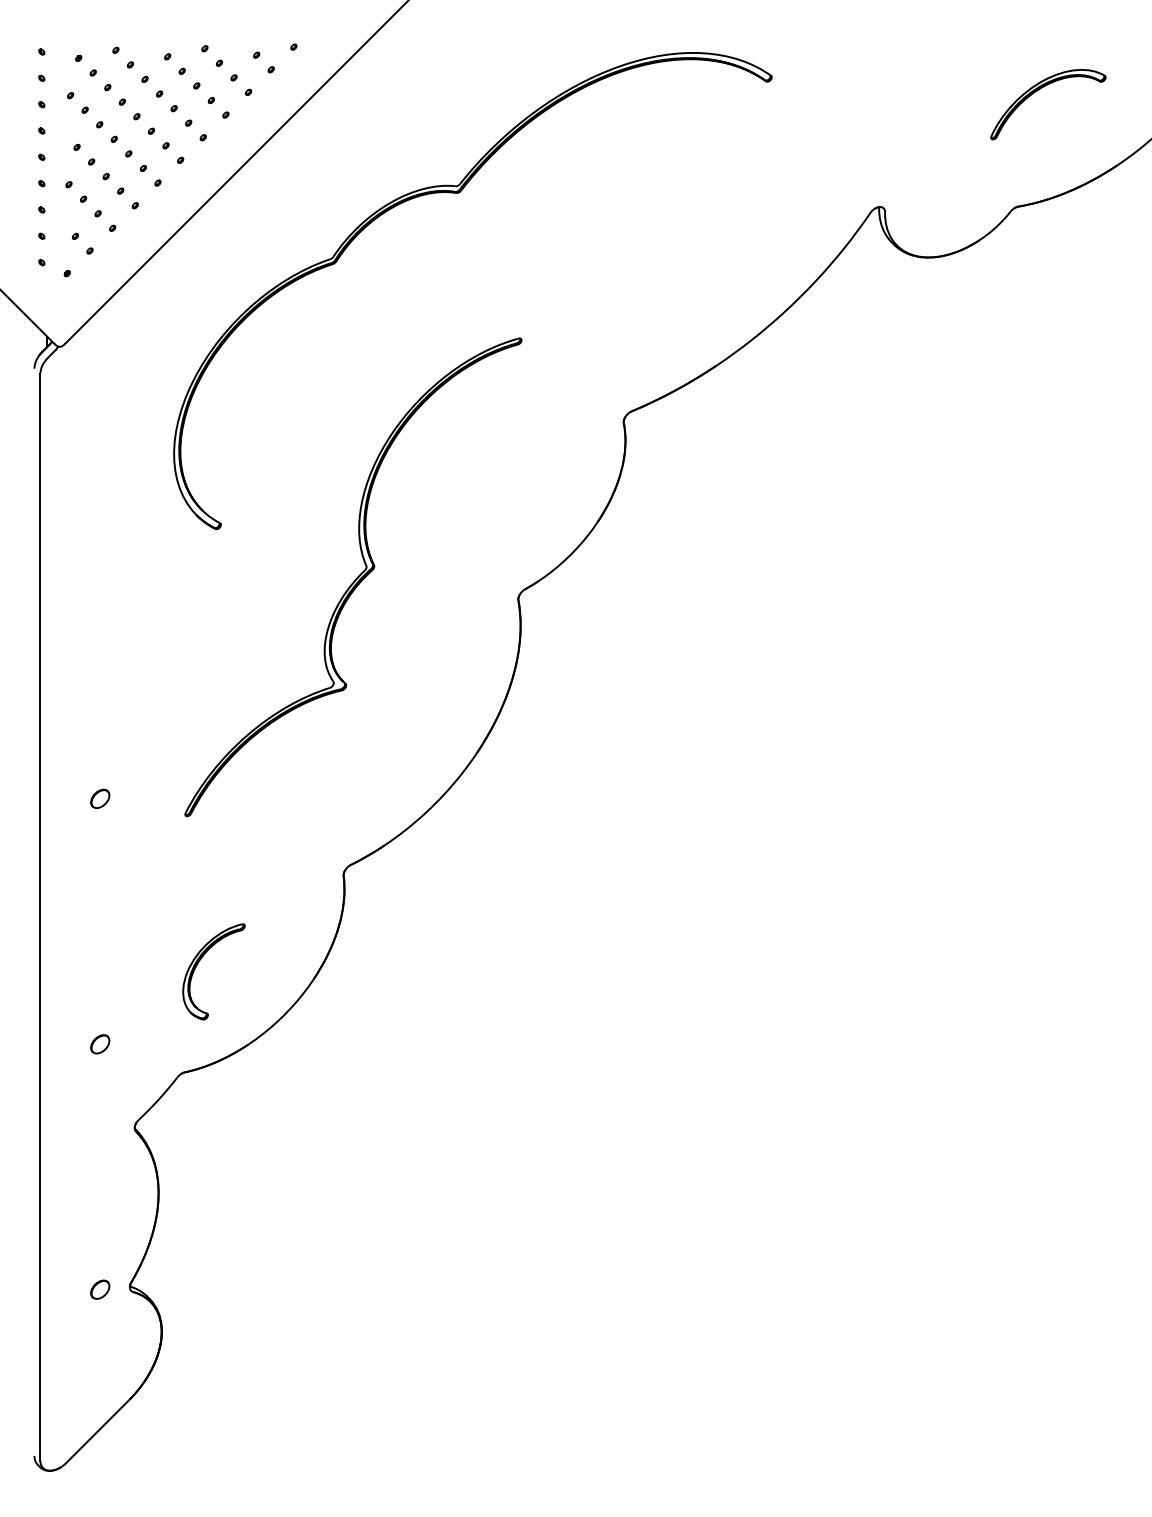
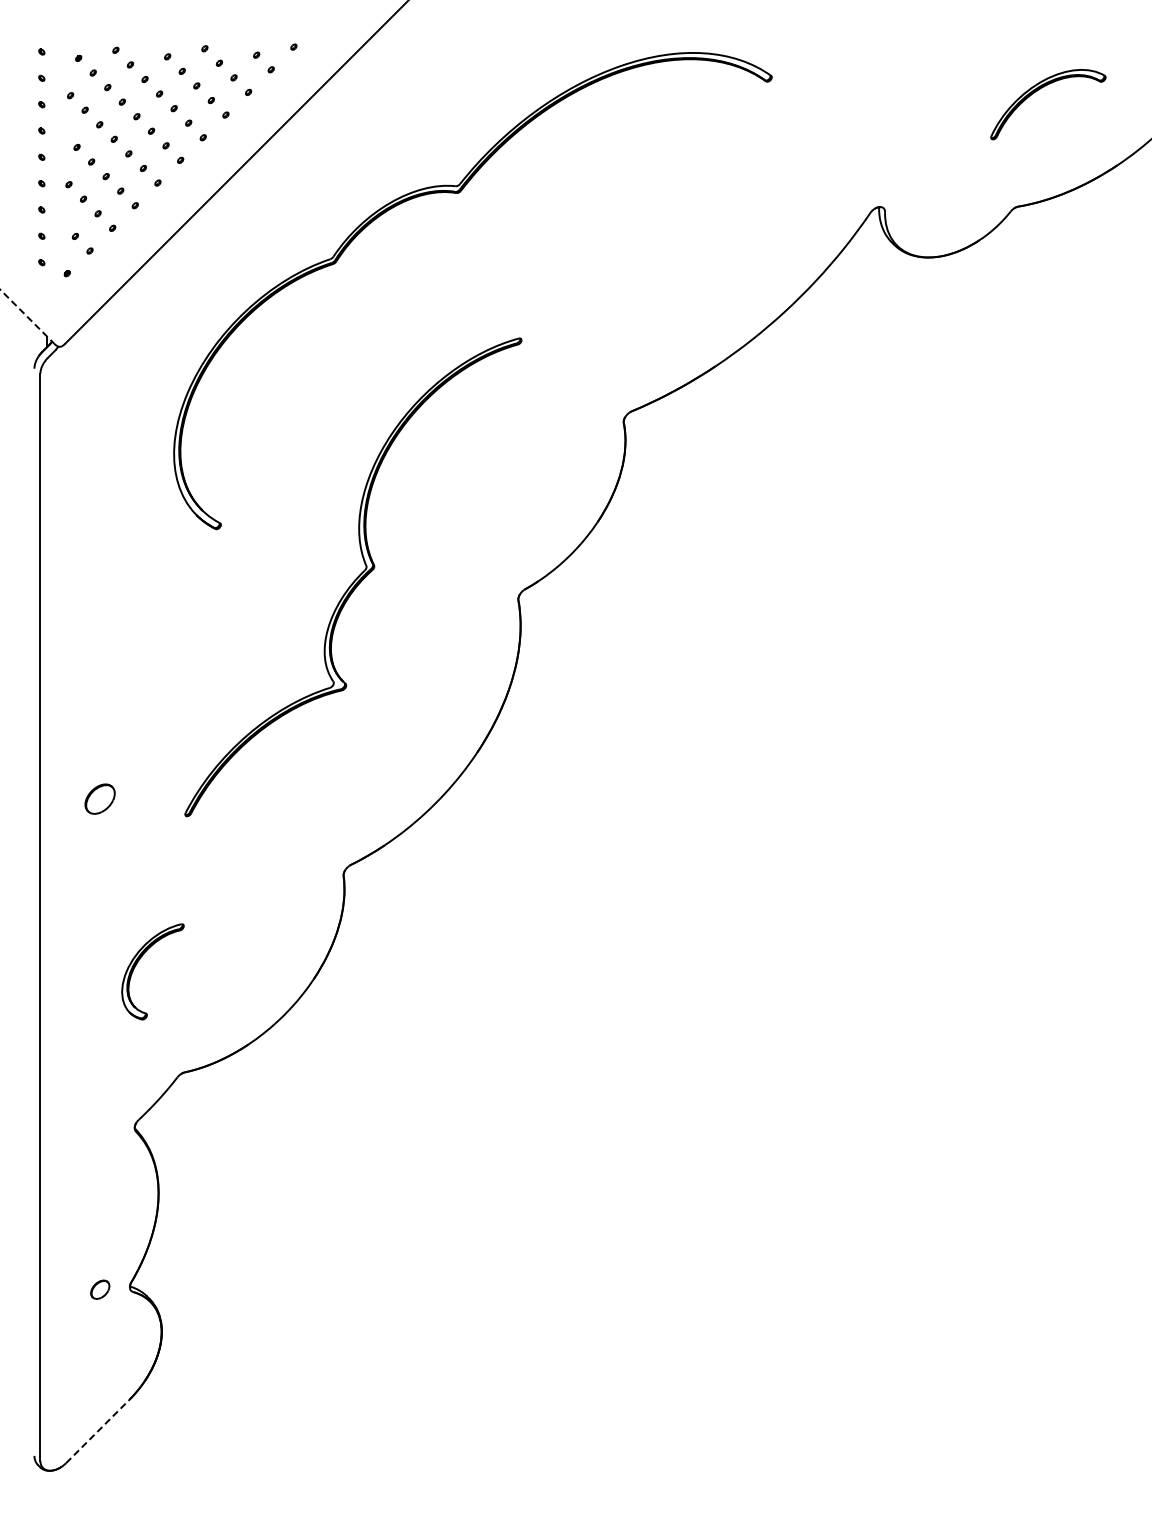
line at (27, 316): solid -> dashed
part at (100, 798) size: 21x21 px -> 32x32 px
part at (198, 964) position: (198, 964) -> (137, 964)
part at (100, 1044): present -> none
line at (98, 1430): solid -> dashed
